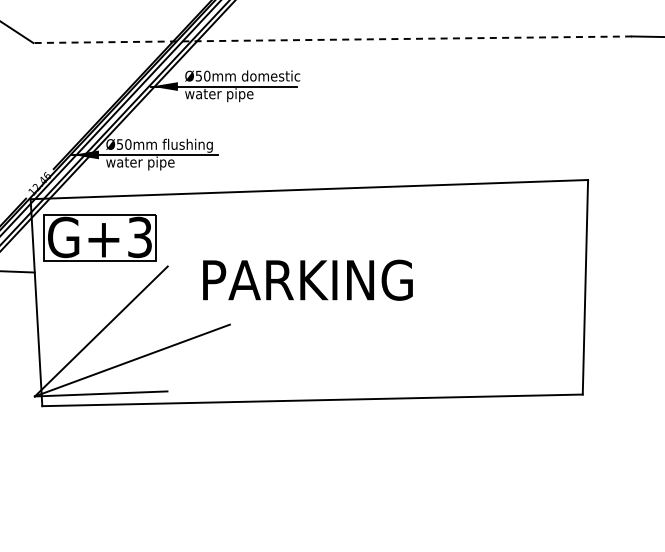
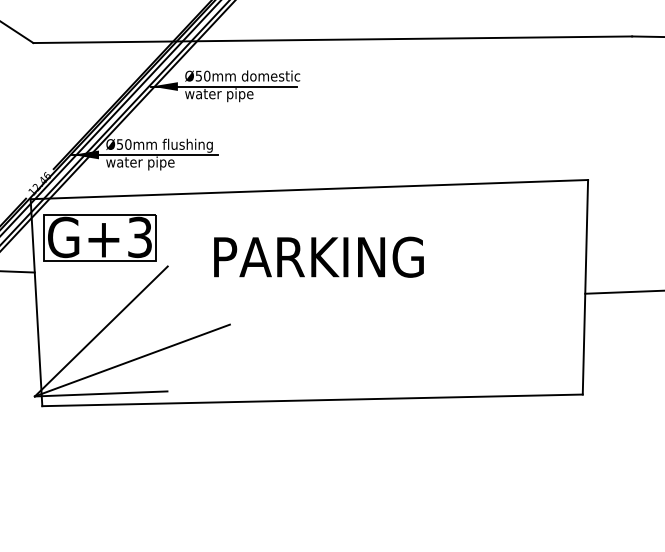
line at (332, 39): dashed -> solid
text at (307, 279) position: (307, 279) -> (318, 256)
line at (623, 291): none -> present
